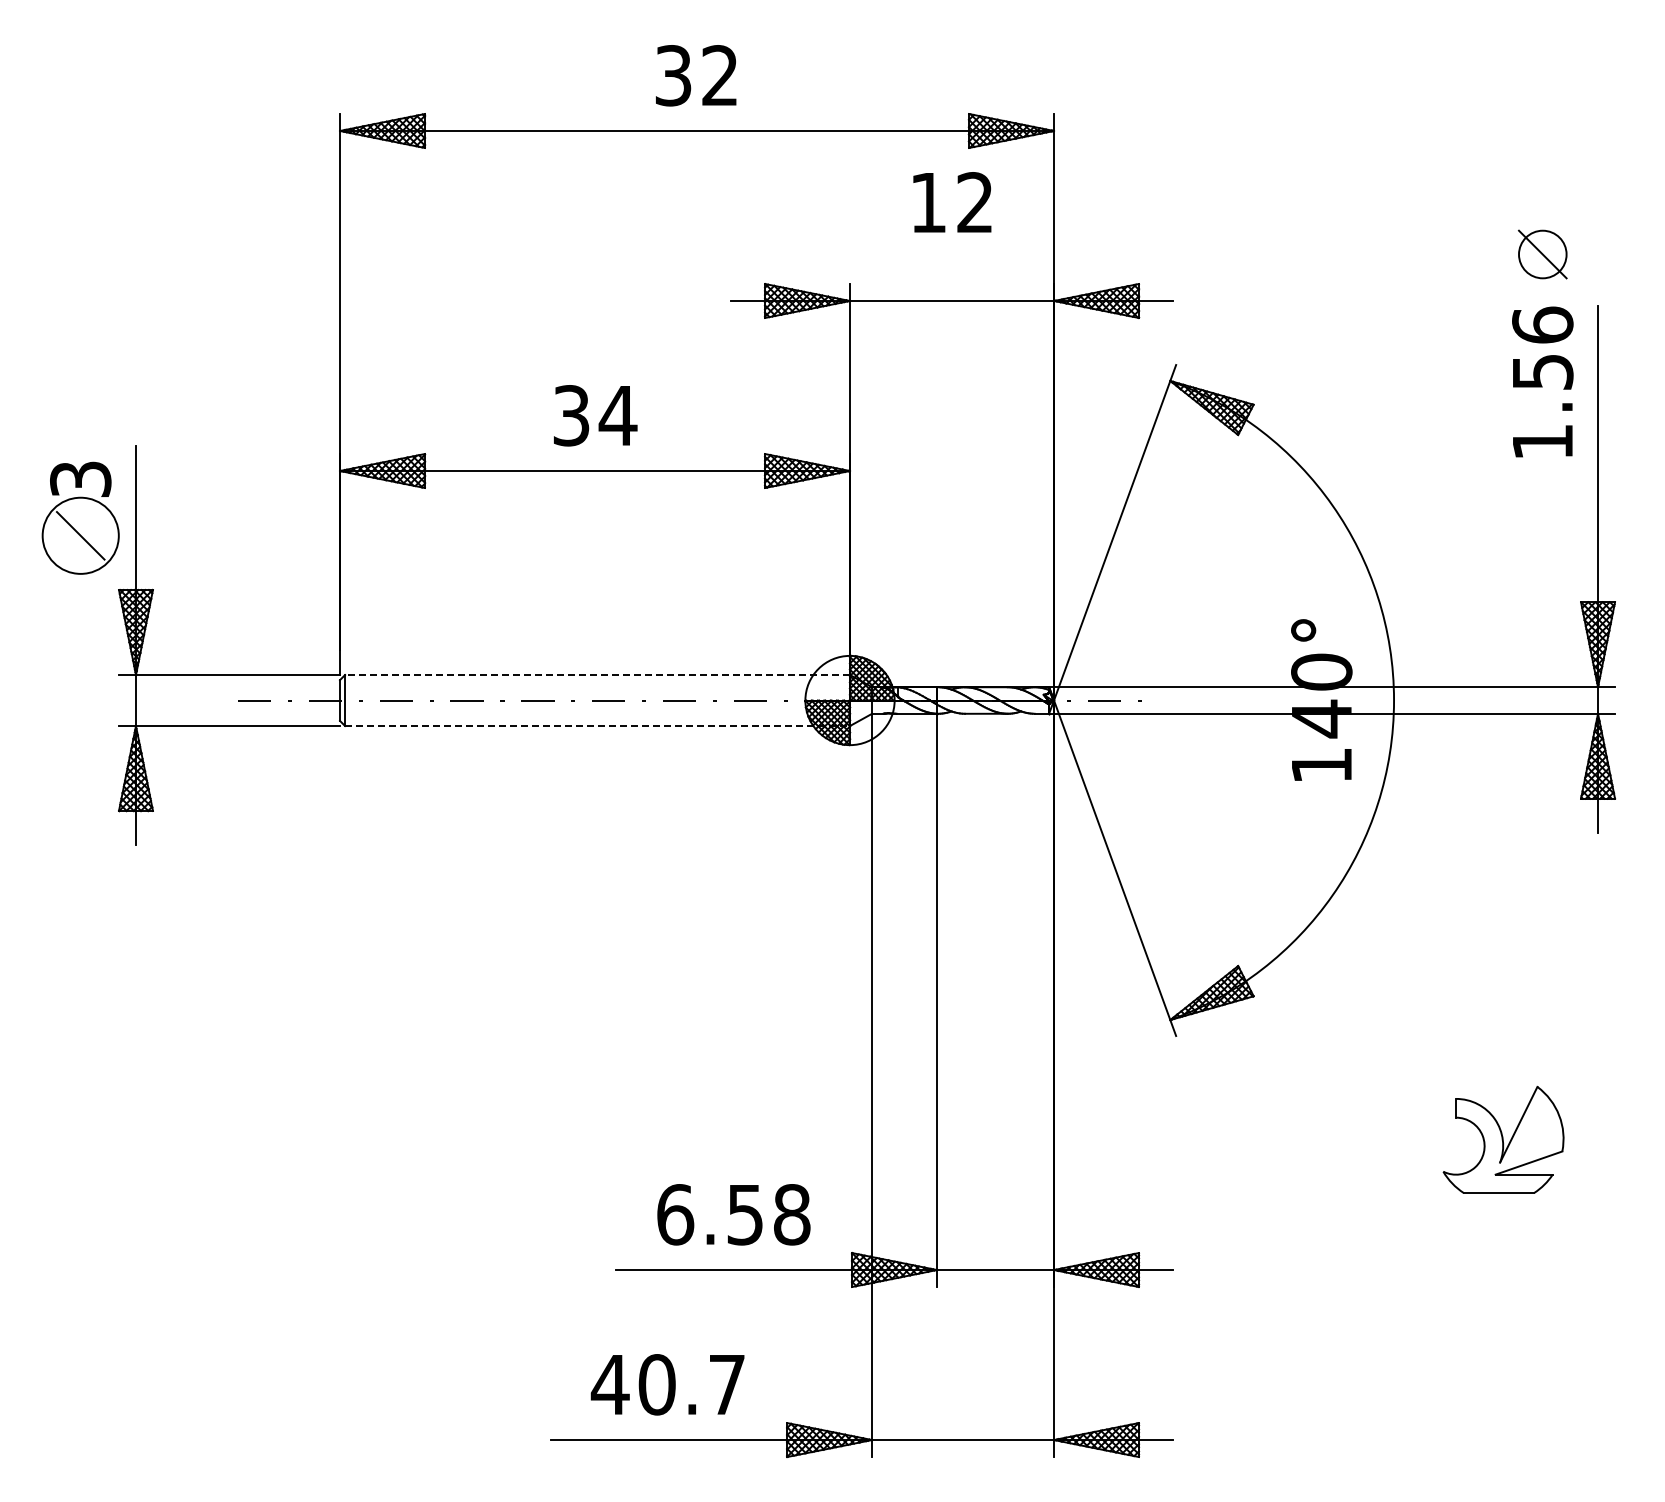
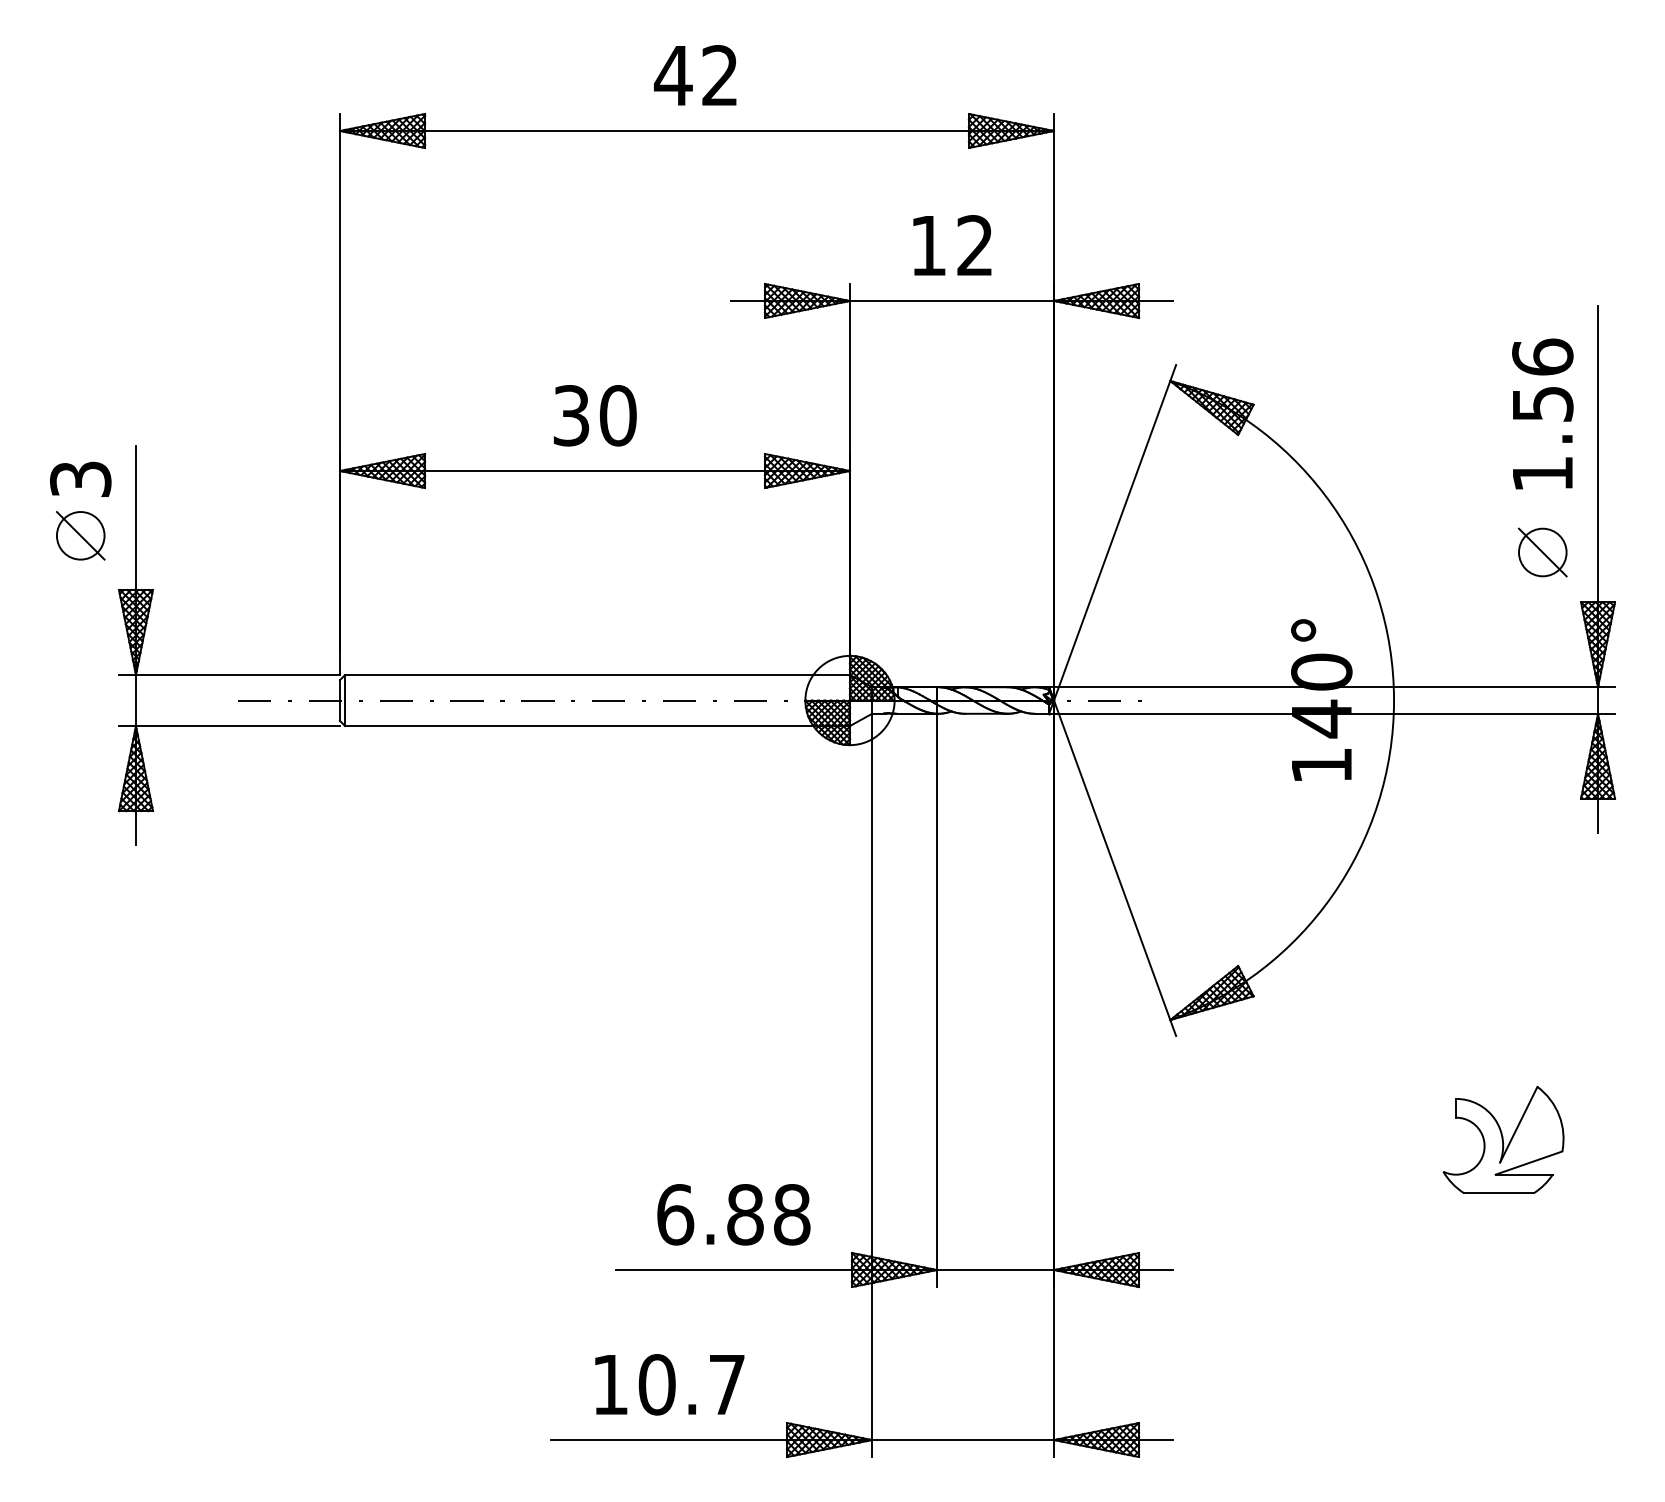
text at (673, 75): 32 -> 42
text at (952, 202) position: (952, 202) -> (952, 245)
part at (1542, 254) position: (1542, 254) -> (1542, 552)
text at (1542, 381) position: (1542, 381) -> (1542, 413)
text at (617, 415): 34 -> 30
circle at (80, 535) diameter: 76 px -> 48 px
line at (597, 675): dashed -> solid
line at (598, 726): dashed -> solid
text at (745, 1214): 6.58 -> 6.88
text at (609, 1384): 40.7 -> 10.7
